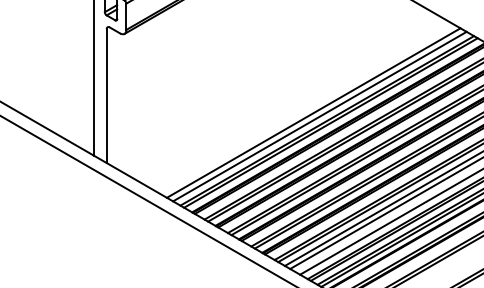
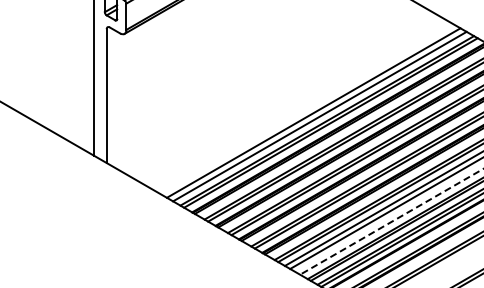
line at (147, 200): present -> none
line at (391, 221): solid -> dashed
